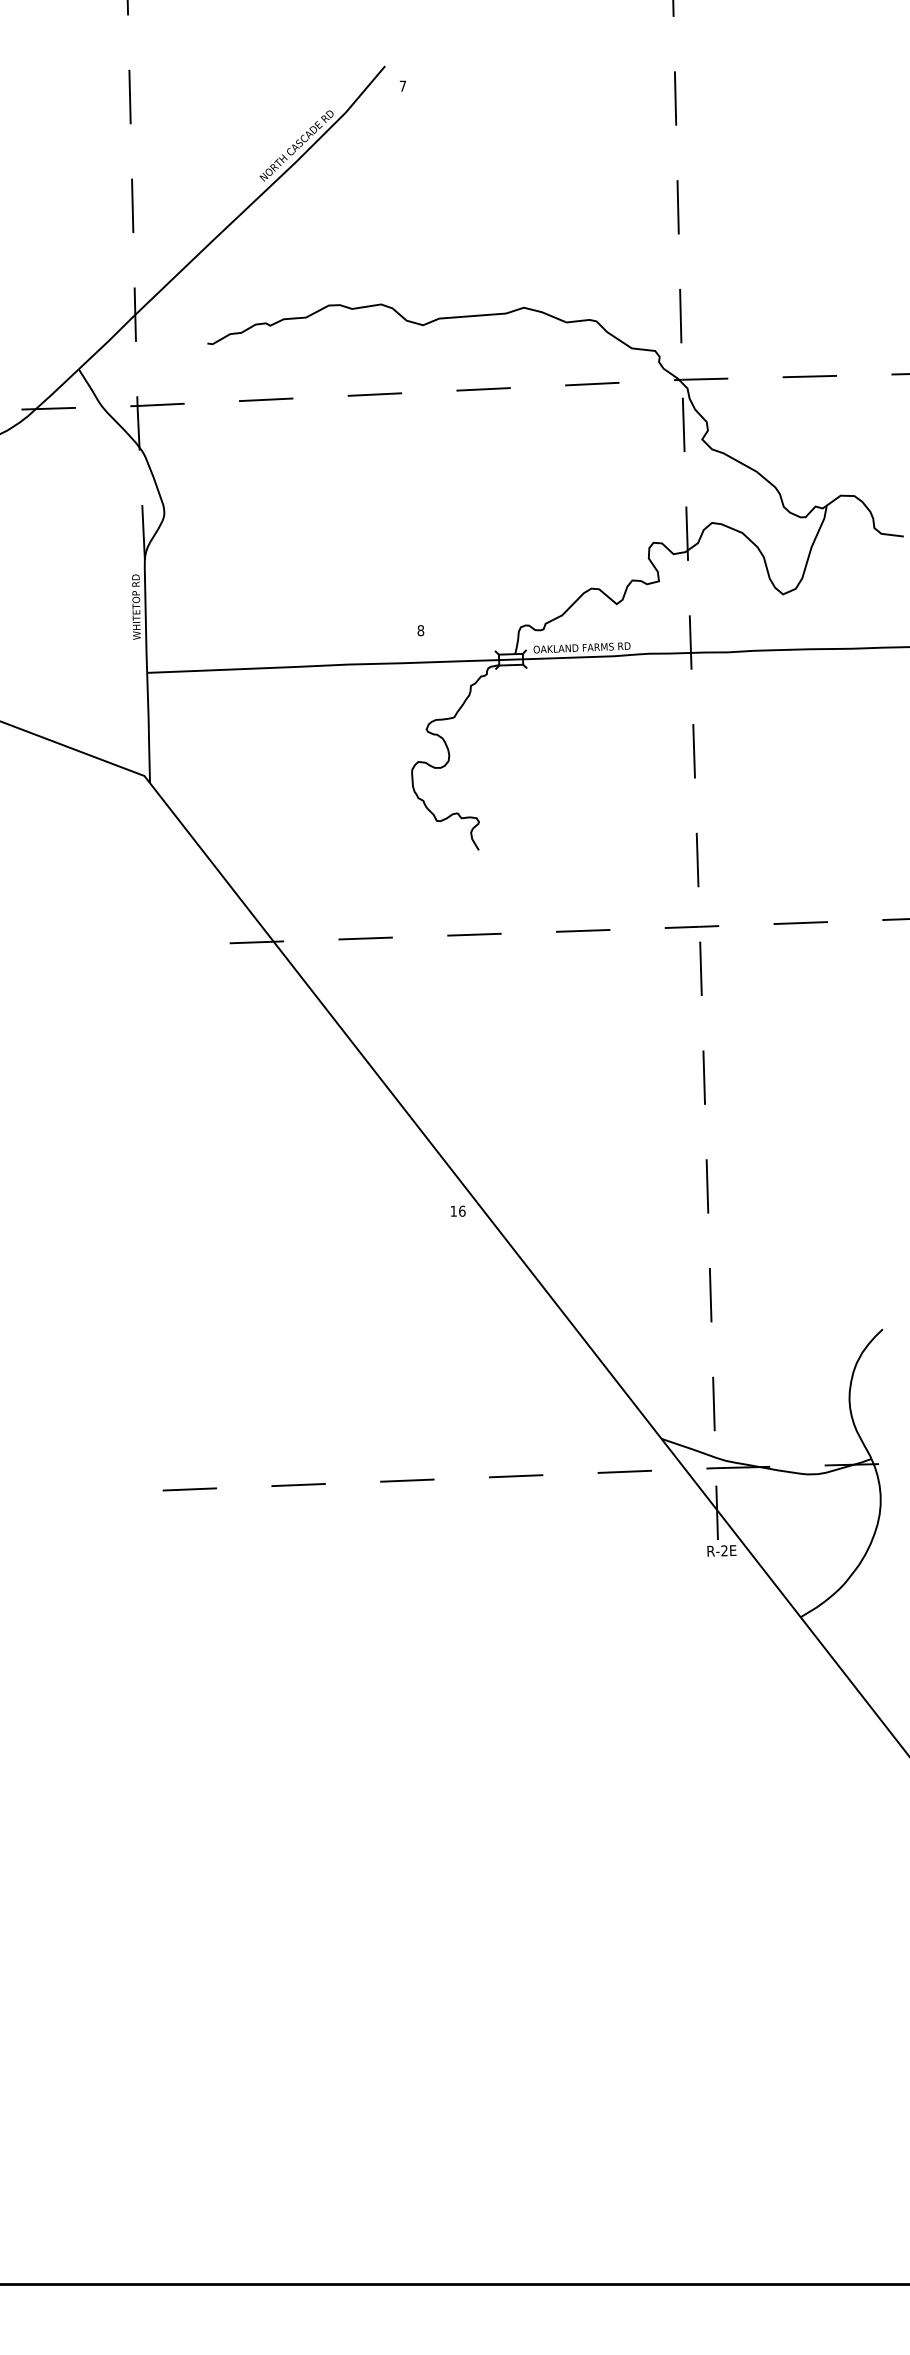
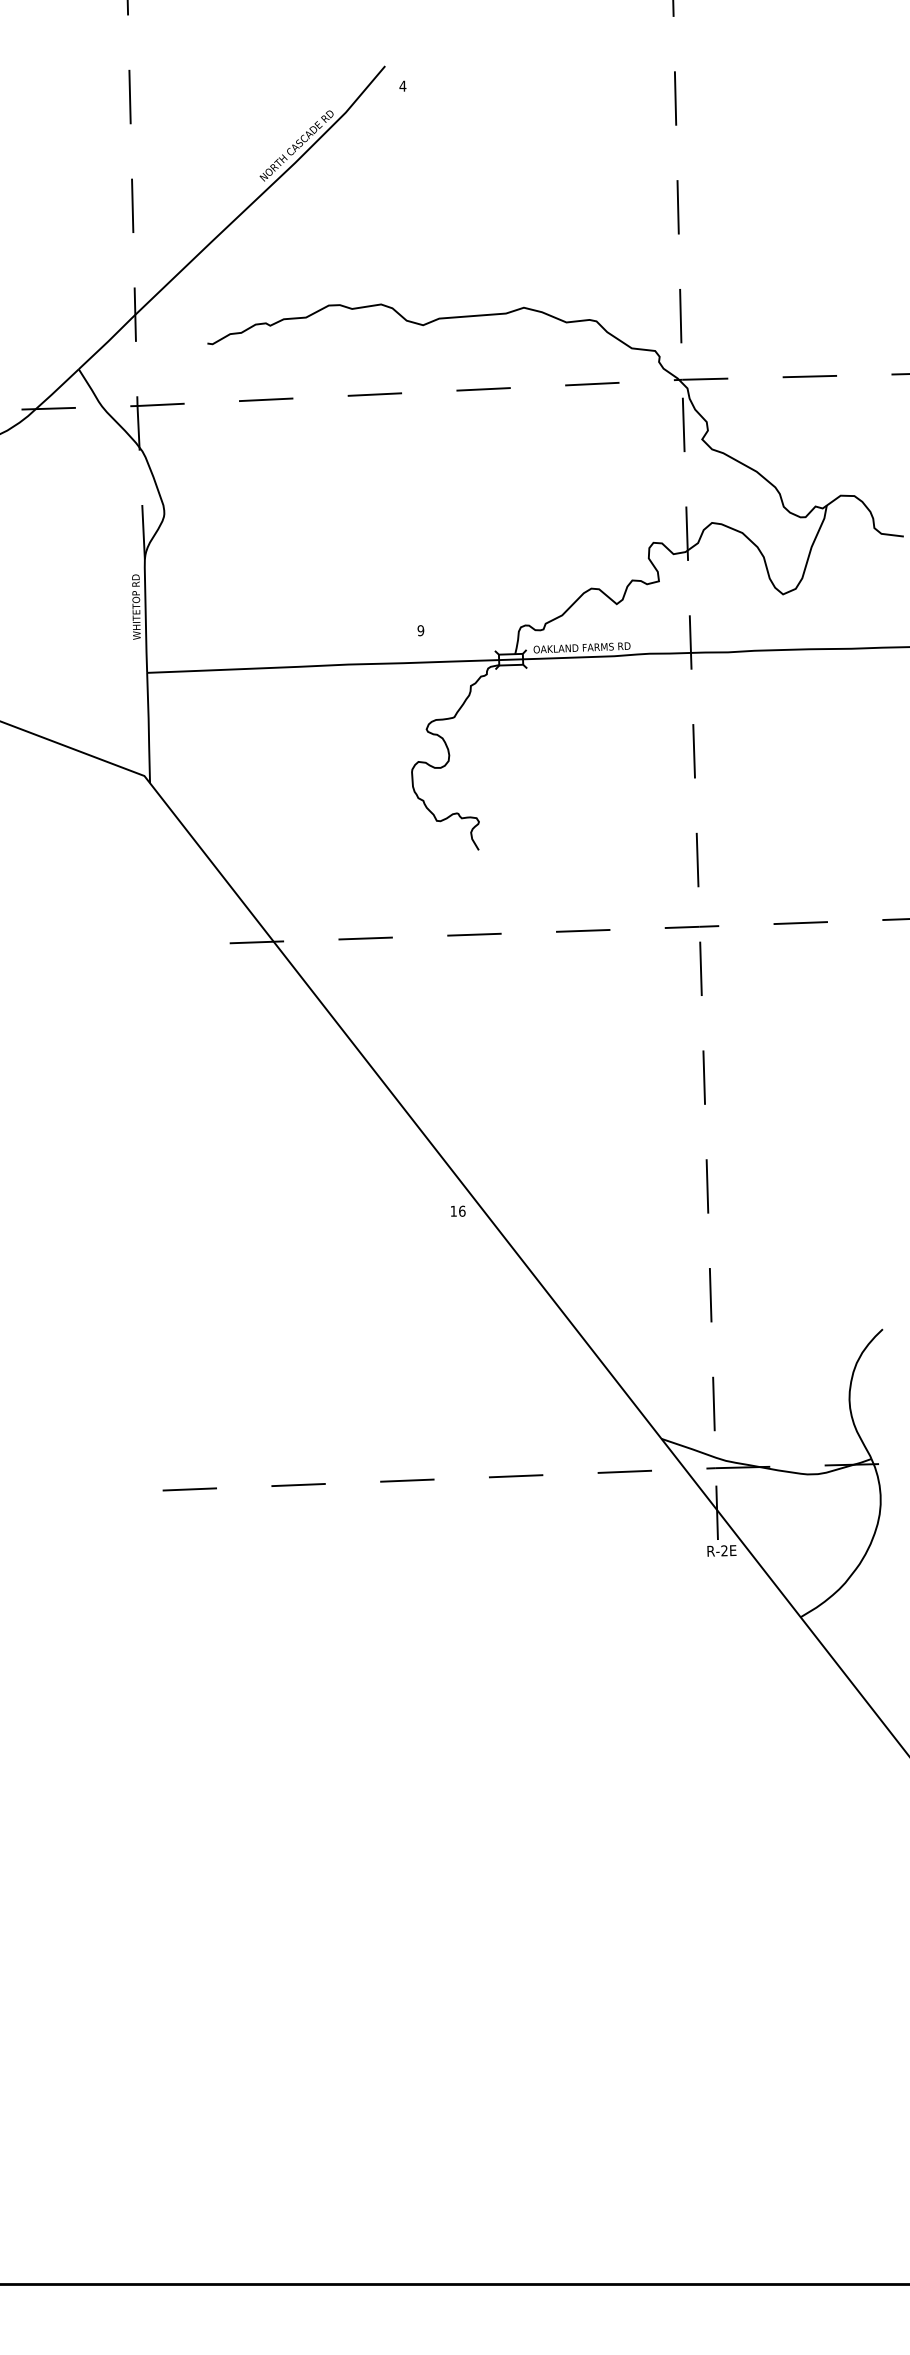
text at (402, 85): 7 -> 4
text at (420, 630): 8 -> 9
